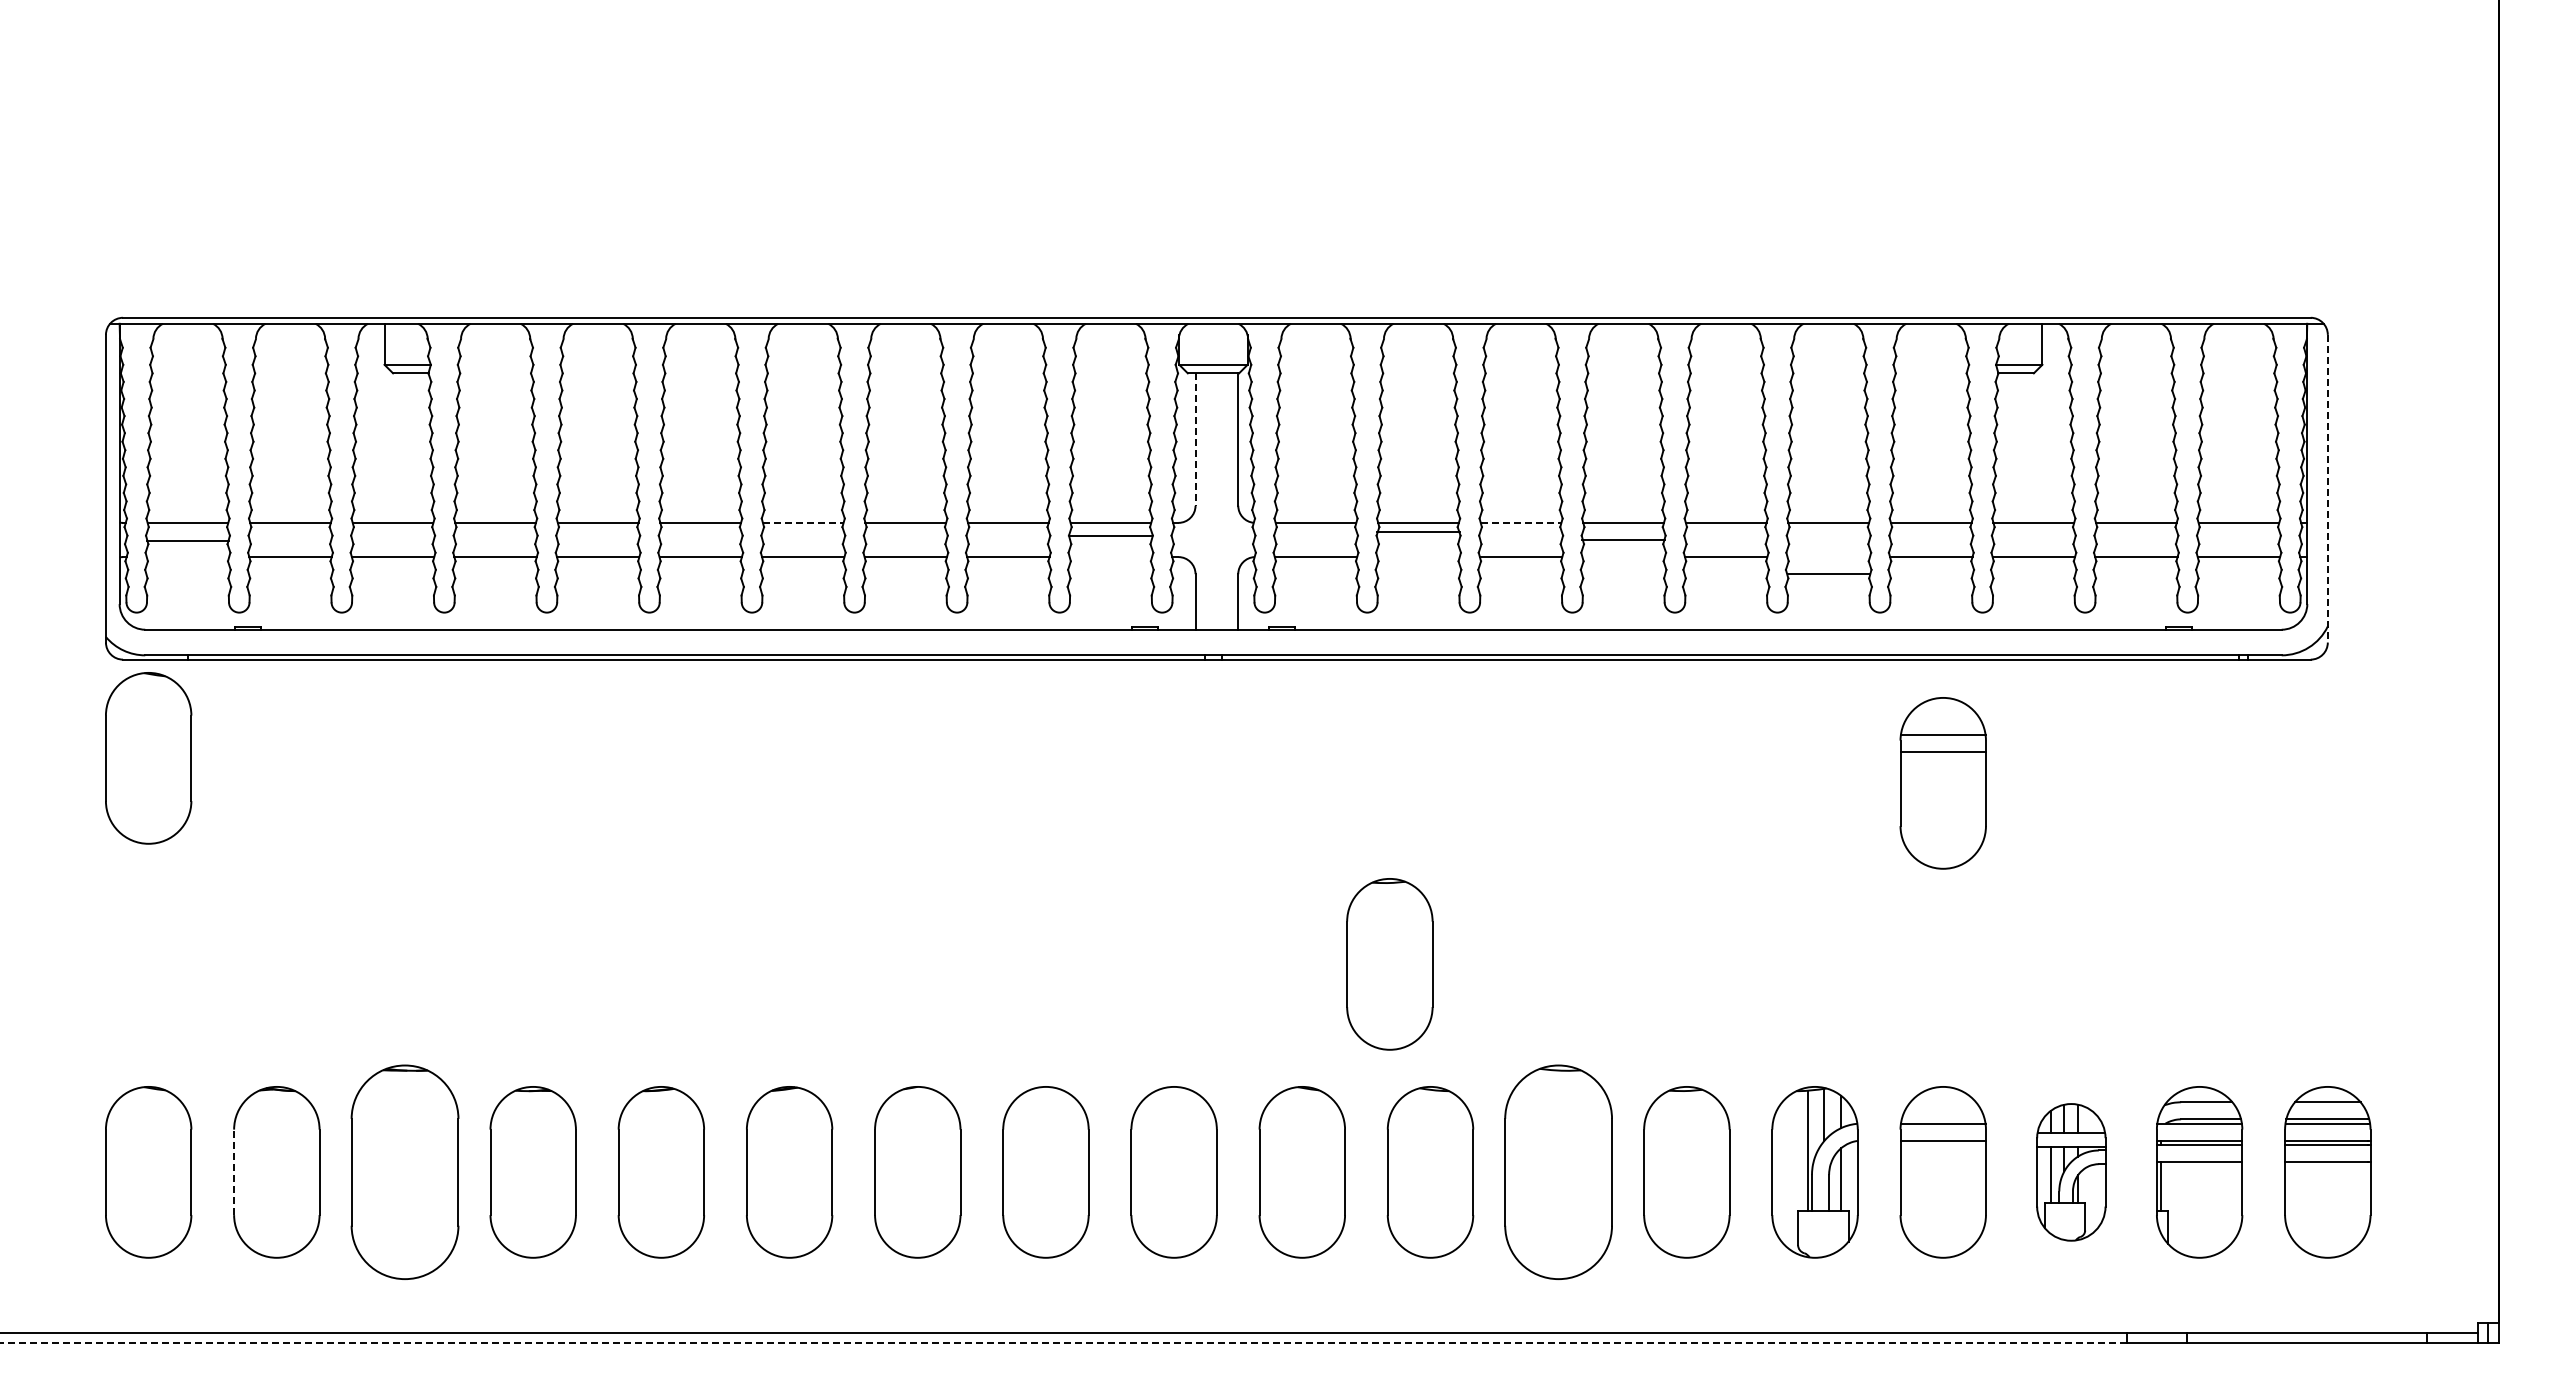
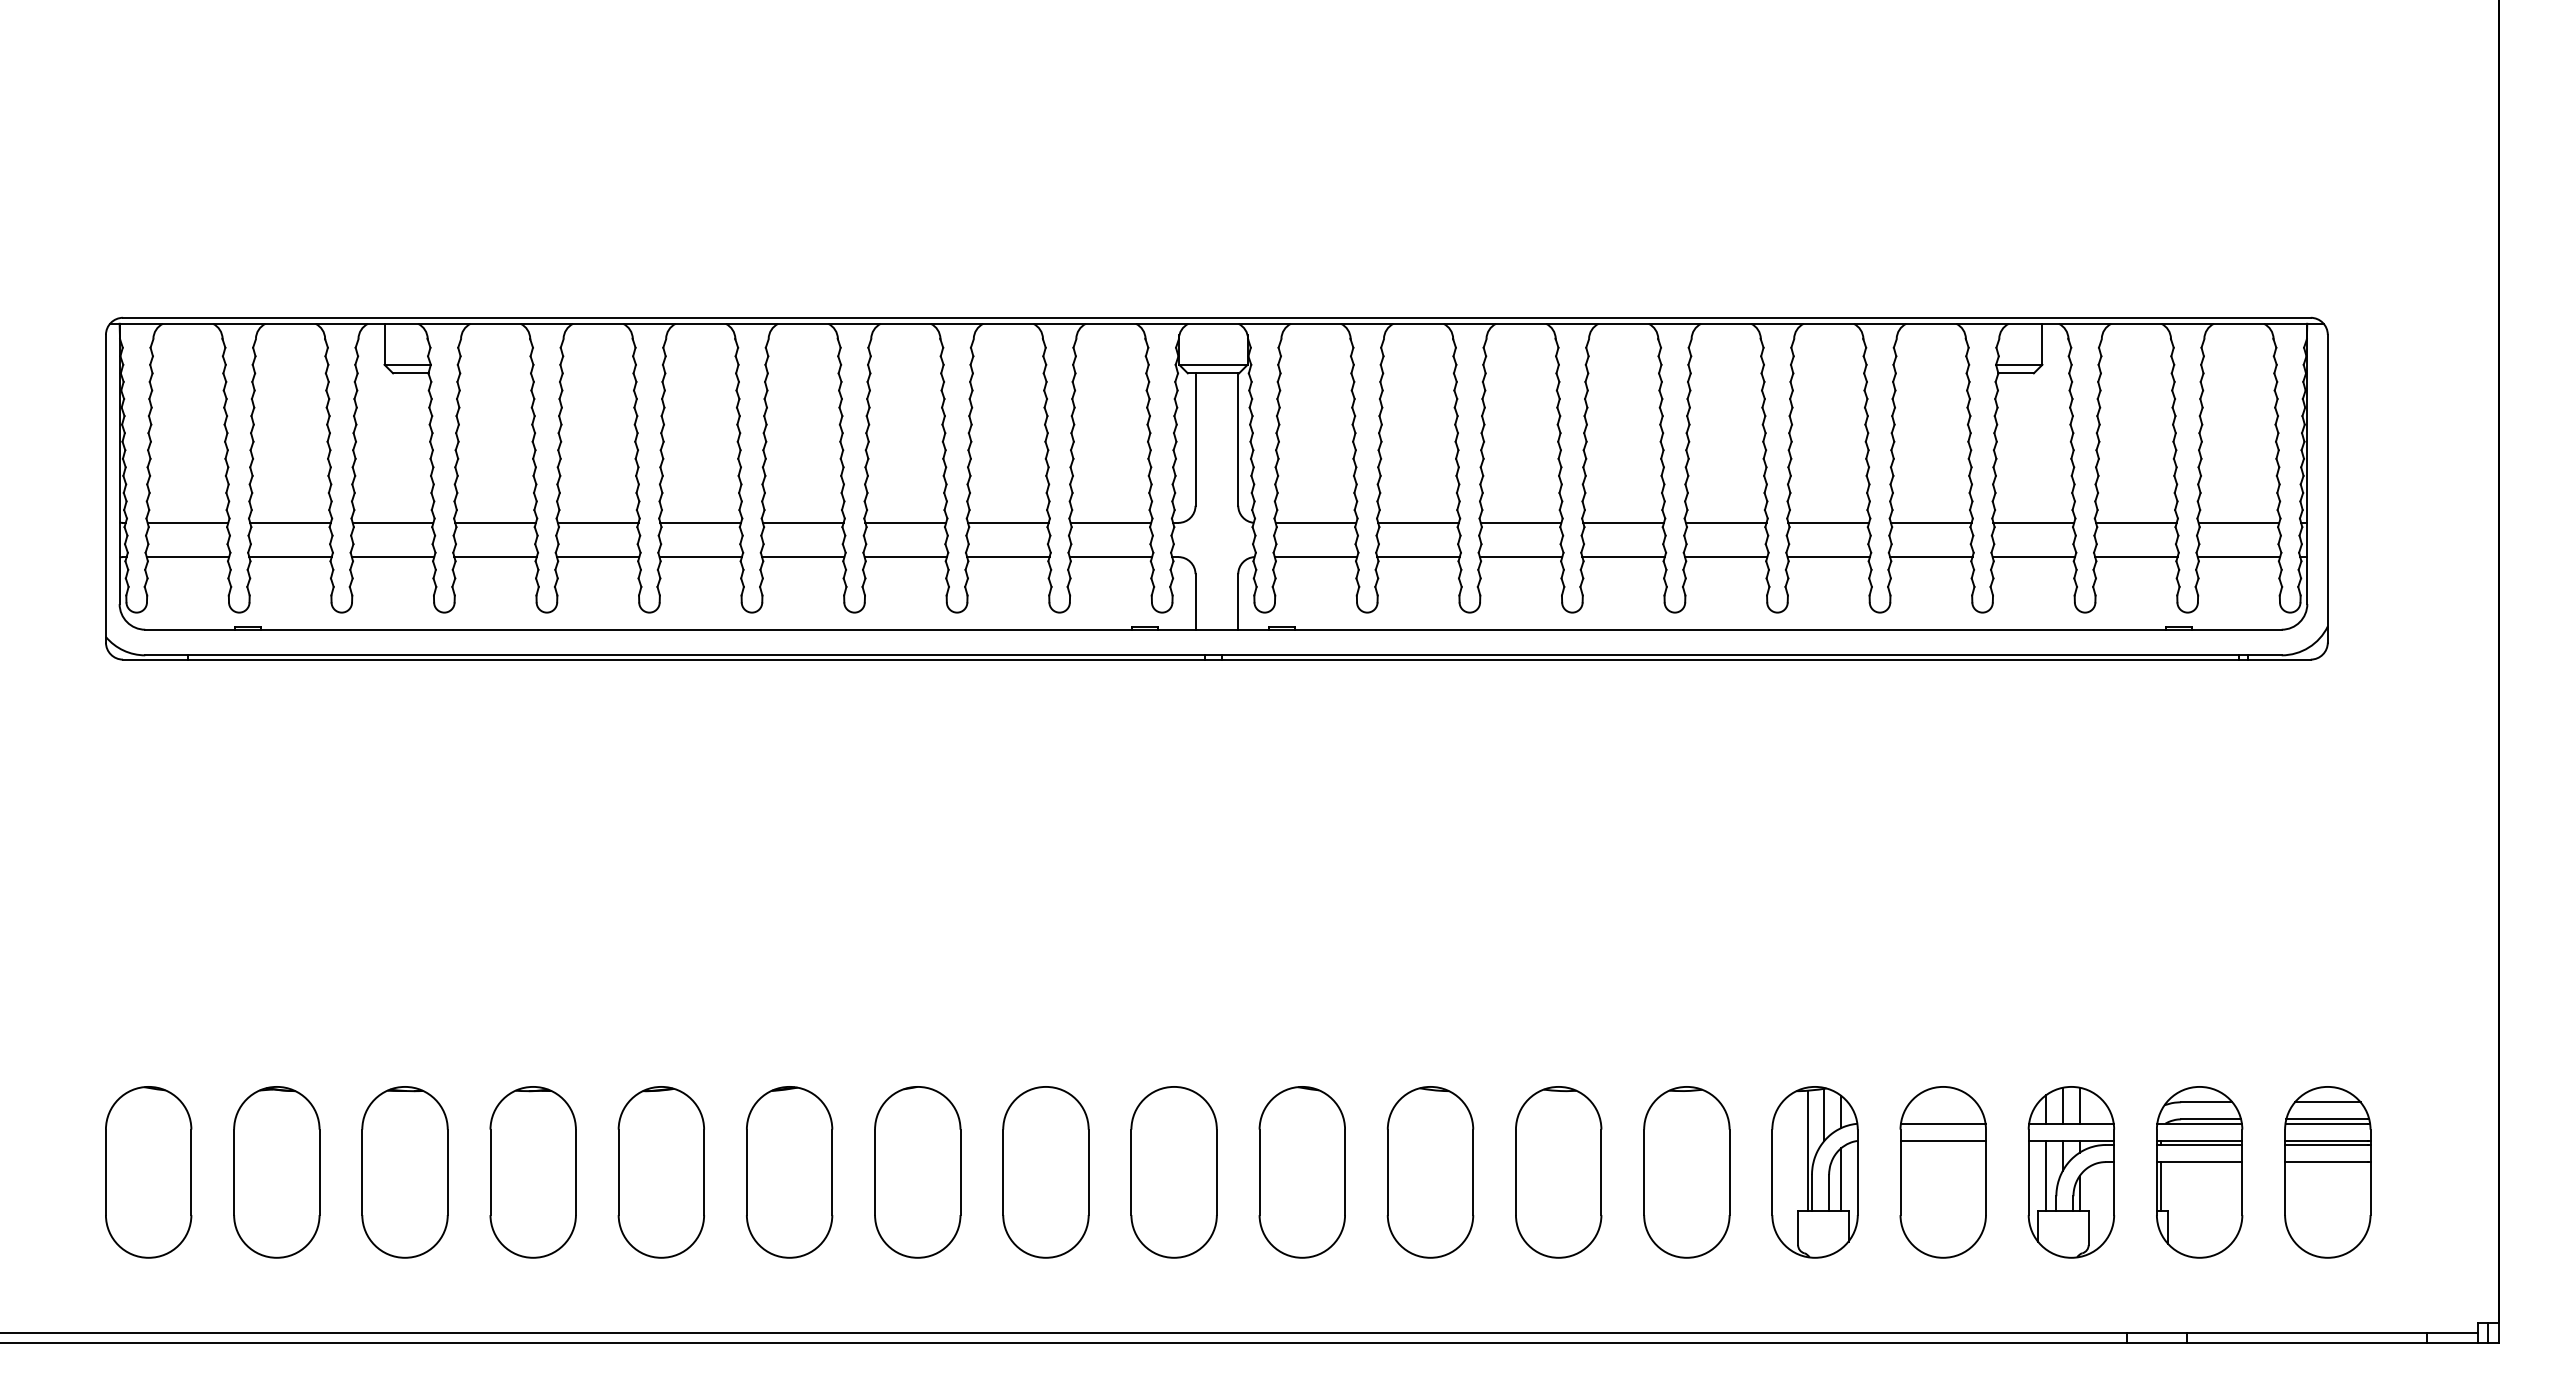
line at (1195, 440): dashed -> solid
line at (2327, 488): dashed -> solid
line at (803, 522): dashed -> solid
line at (1521, 522): dashed -> solid
line at (1418, 532) position: (1418, 532) -> (1418, 557)
line at (1110, 536) position: (1110, 536) -> (1110, 557)
line at (1623, 540) position: (1623, 540) -> (1623, 557)
line at (187, 541) position: (187, 541) -> (187, 557)
line at (1828, 574) position: (1828, 574) -> (1828, 557)
part at (148, 758): present -> none
part at (1942, 783): present -> none
part at (1389, 964): present -> none
part at (404, 1171) size: 110x216 px -> 88x173 px
part at (1558, 1171) size: 109x216 px -> 88x173 px
line at (234, 1172): dashed -> solid
part at (2071, 1172) size: 71x139 px -> 88x173 px
line at (1064, 1343): dashed -> solid
